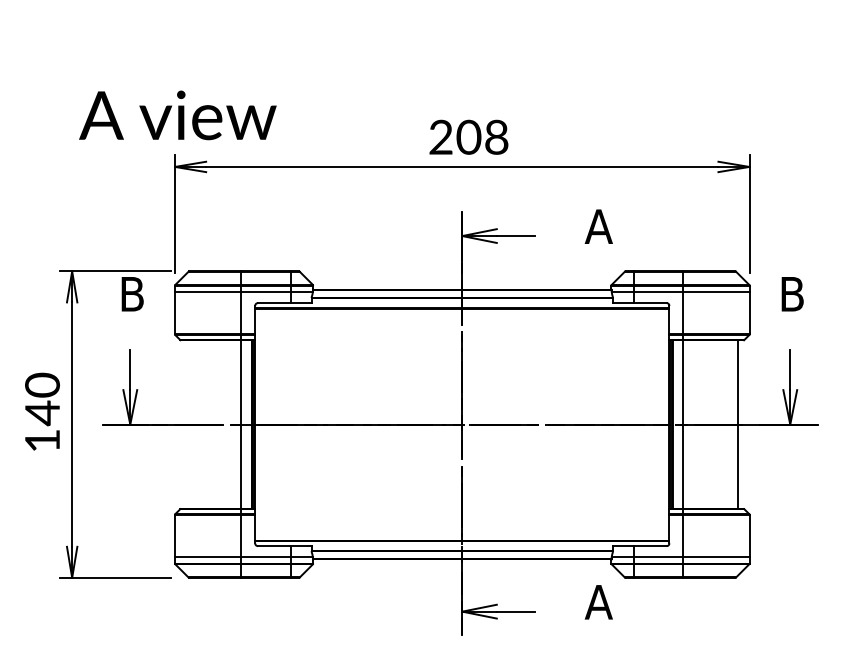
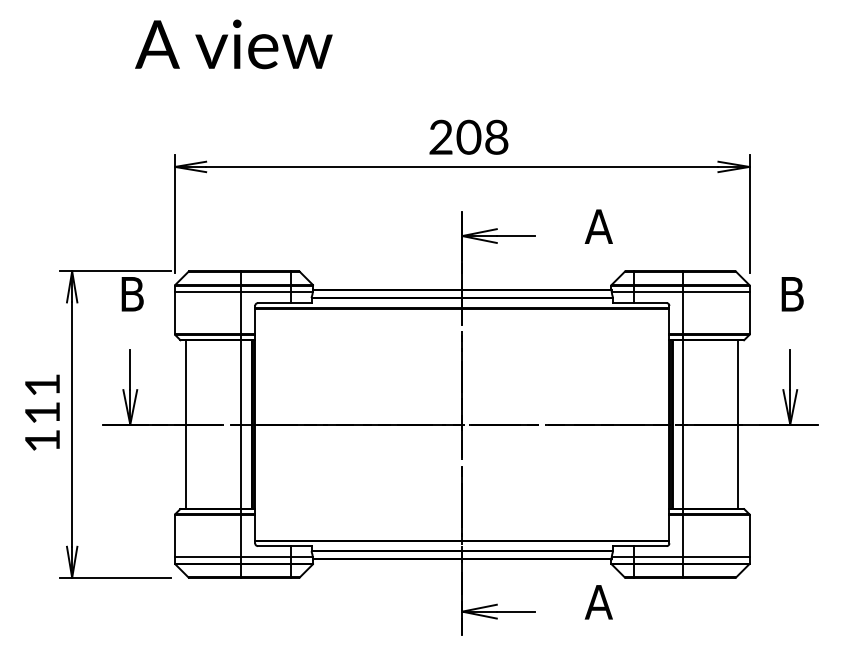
text at (177, 115) position: (177, 115) -> (233, 44)
text at (42, 399): 140 -> 111
line at (186, 424): none -> present
